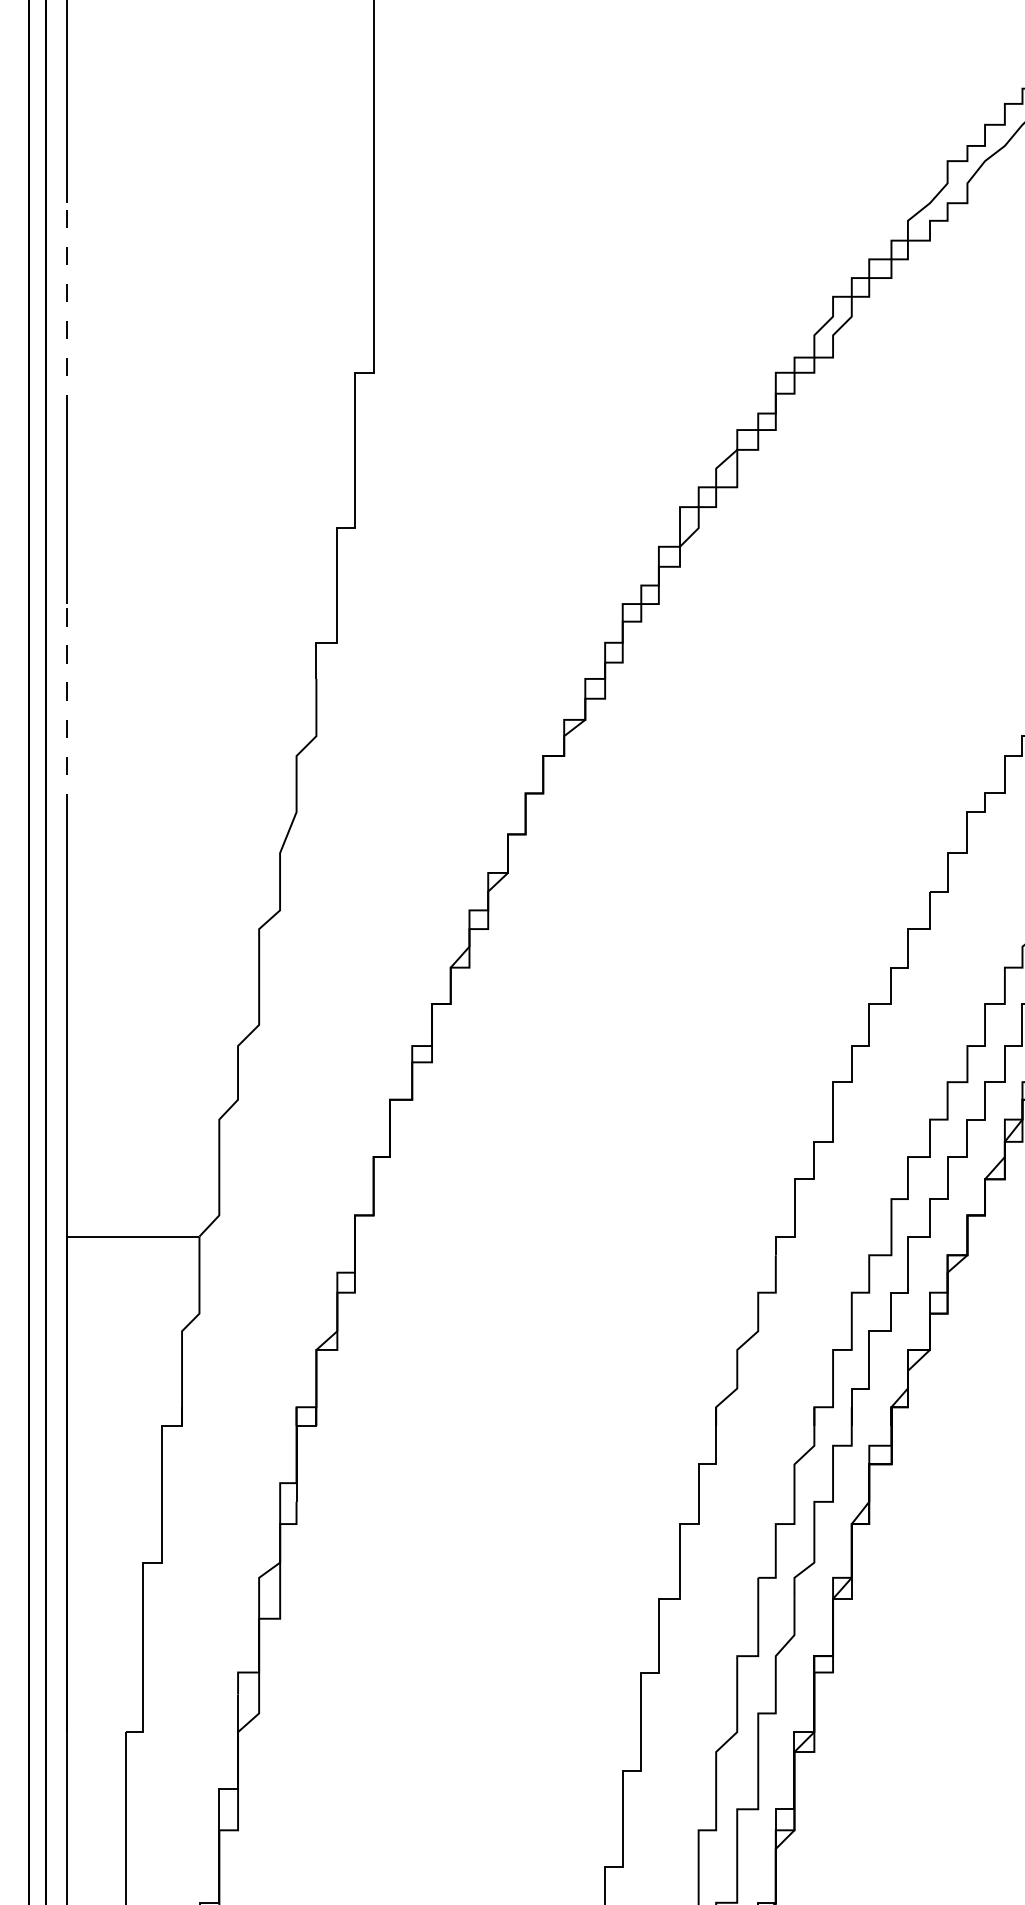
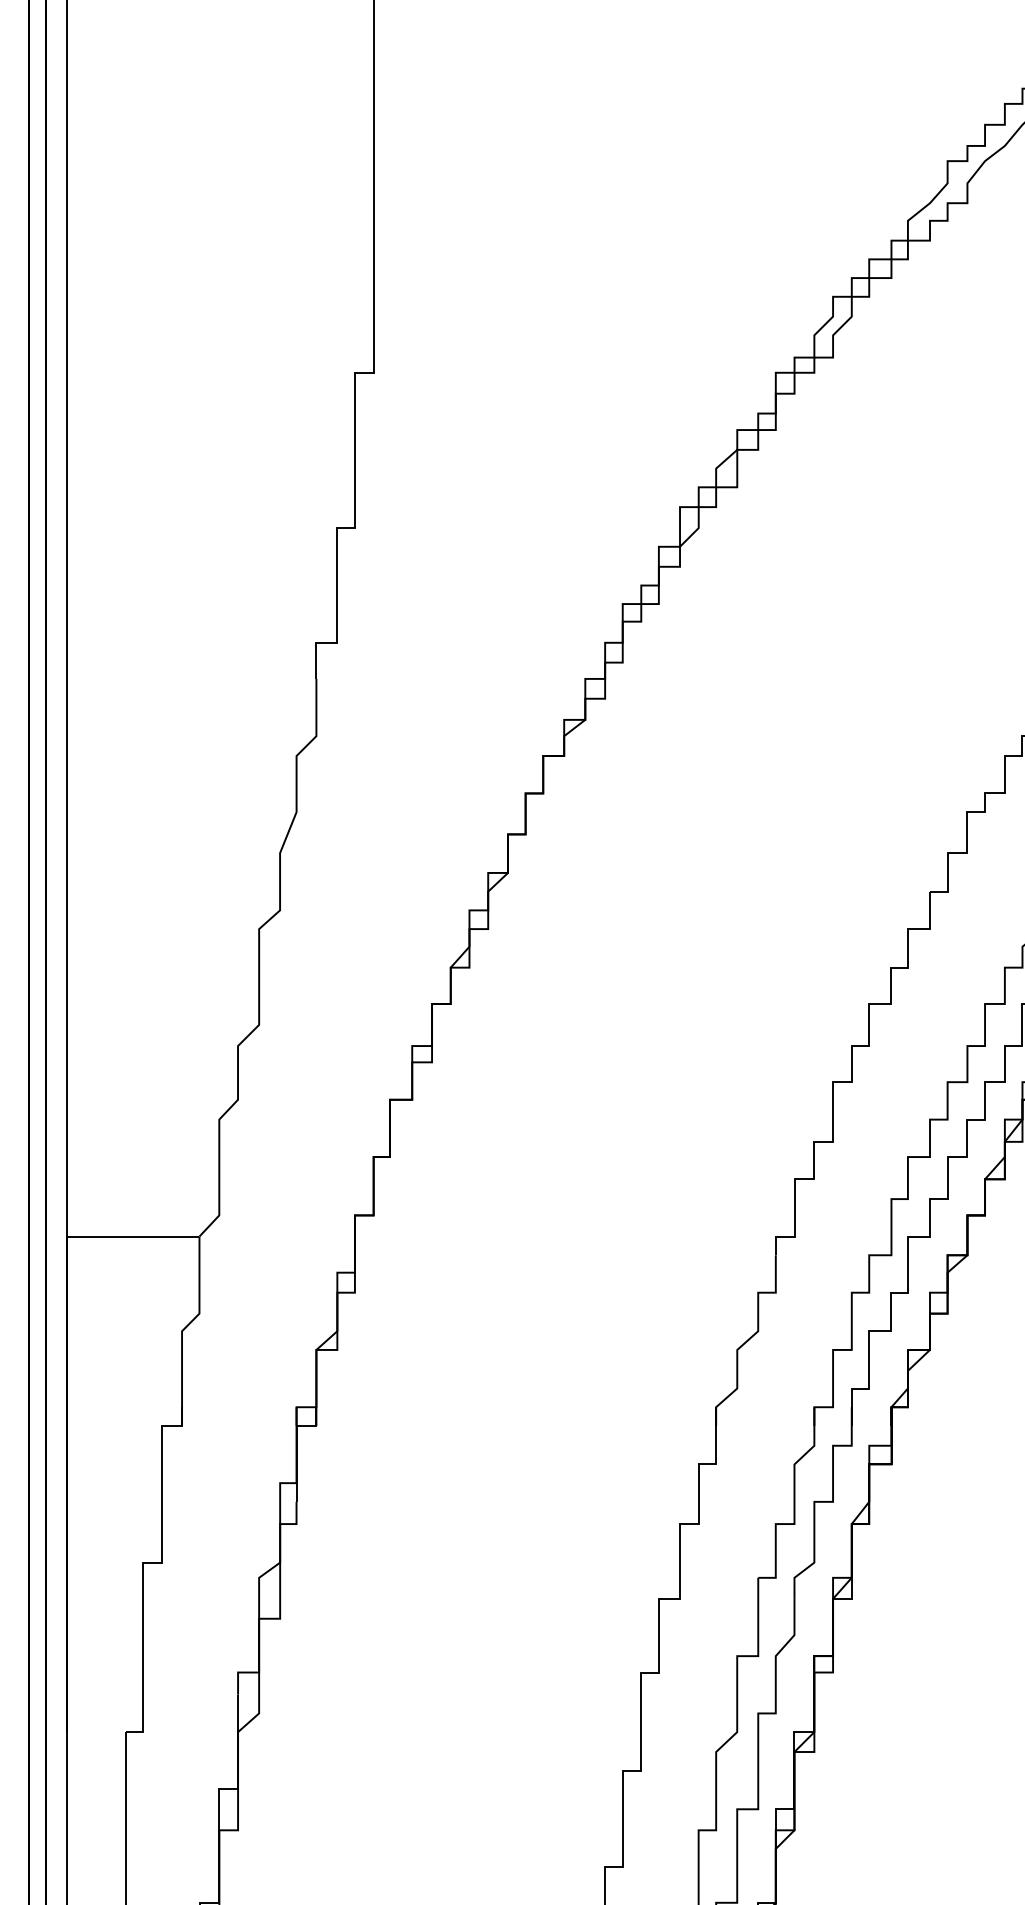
line at (67, 307): dashed -> solid
line at (67, 707): dashed -> solid
